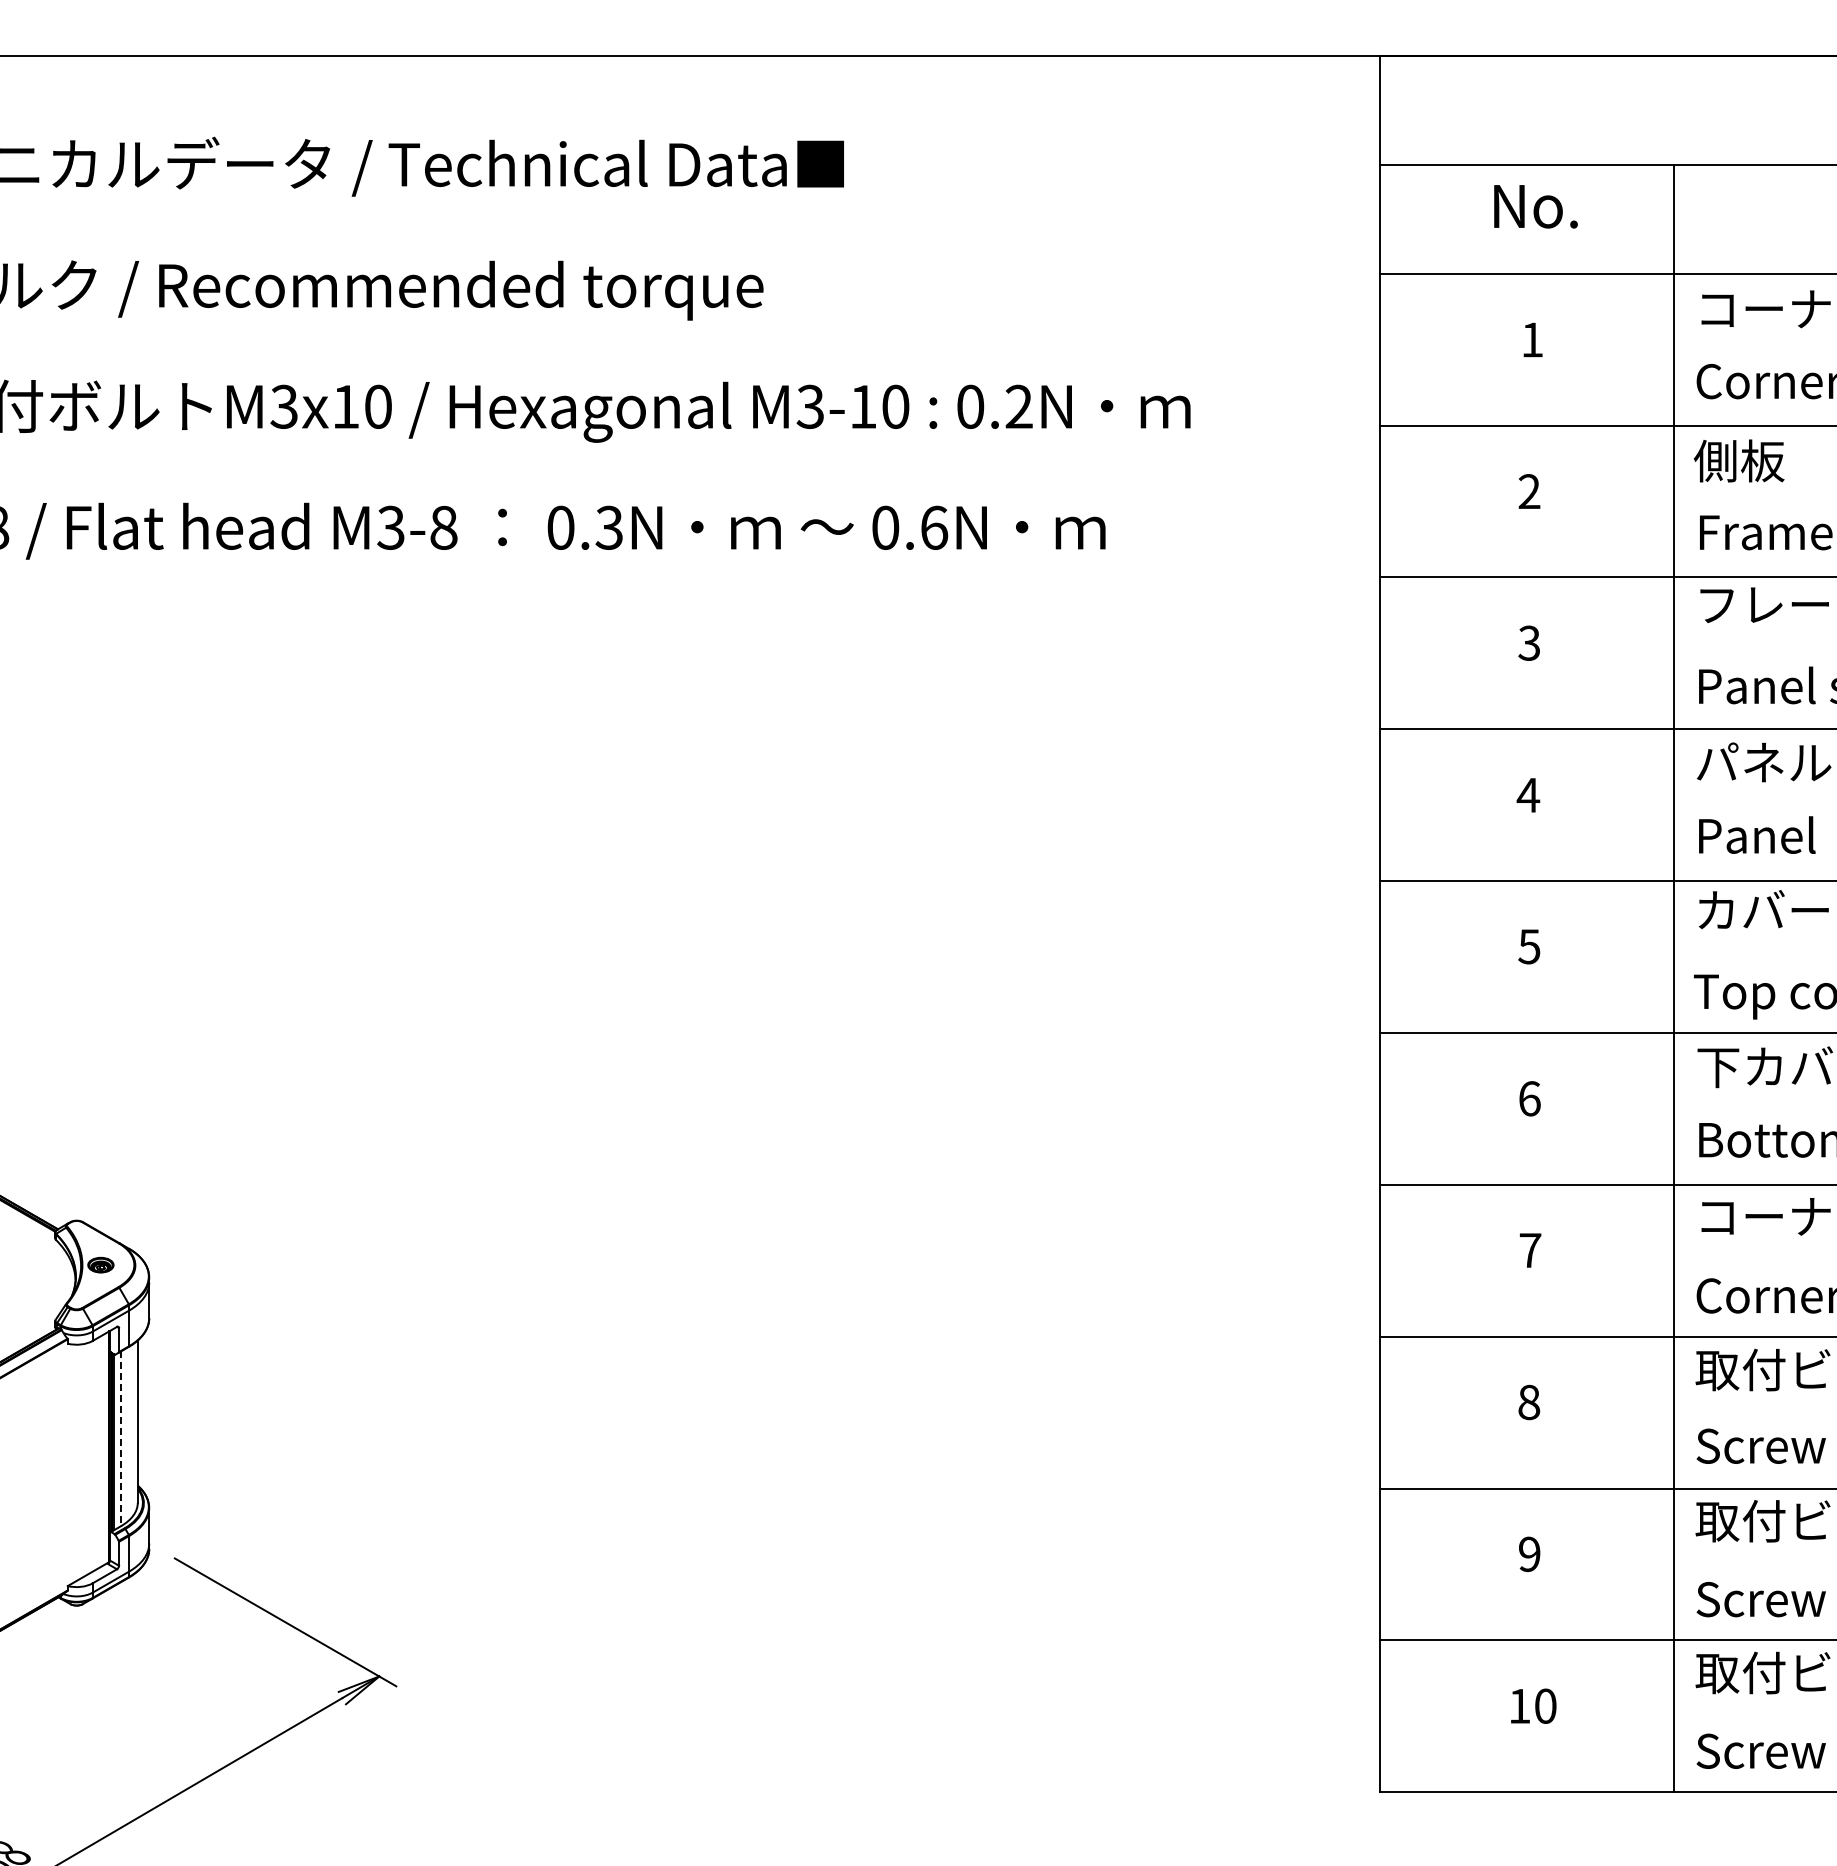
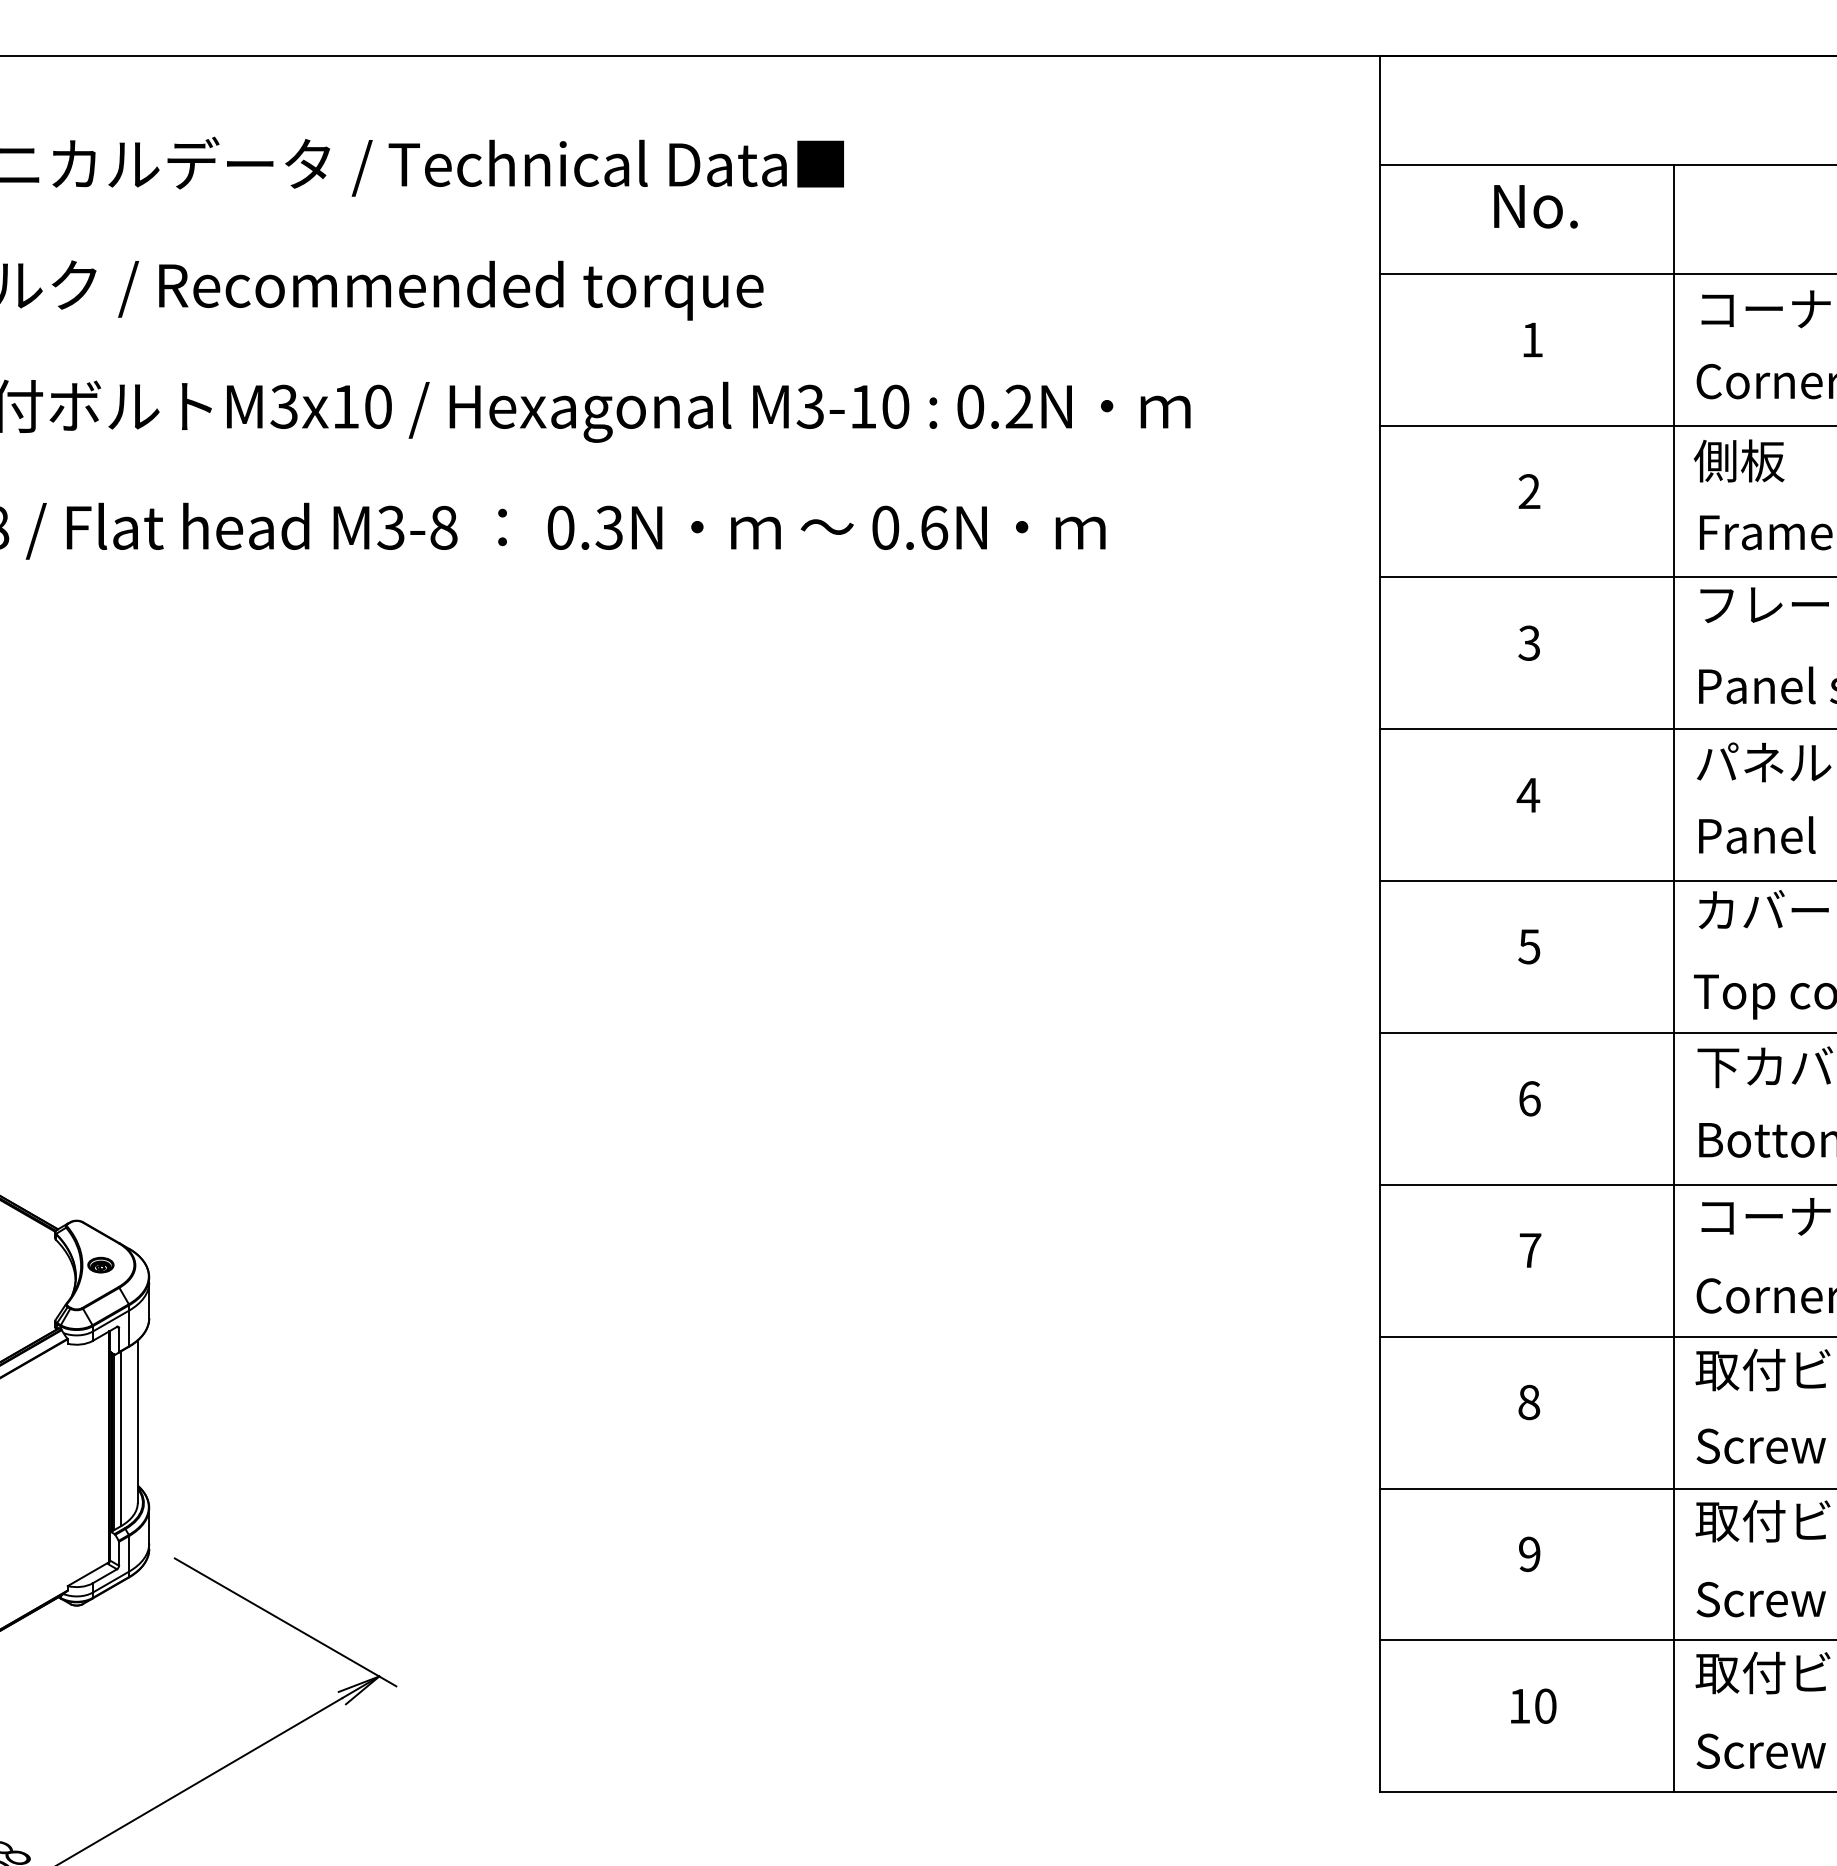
line at (121, 1439): dashed -> solid
